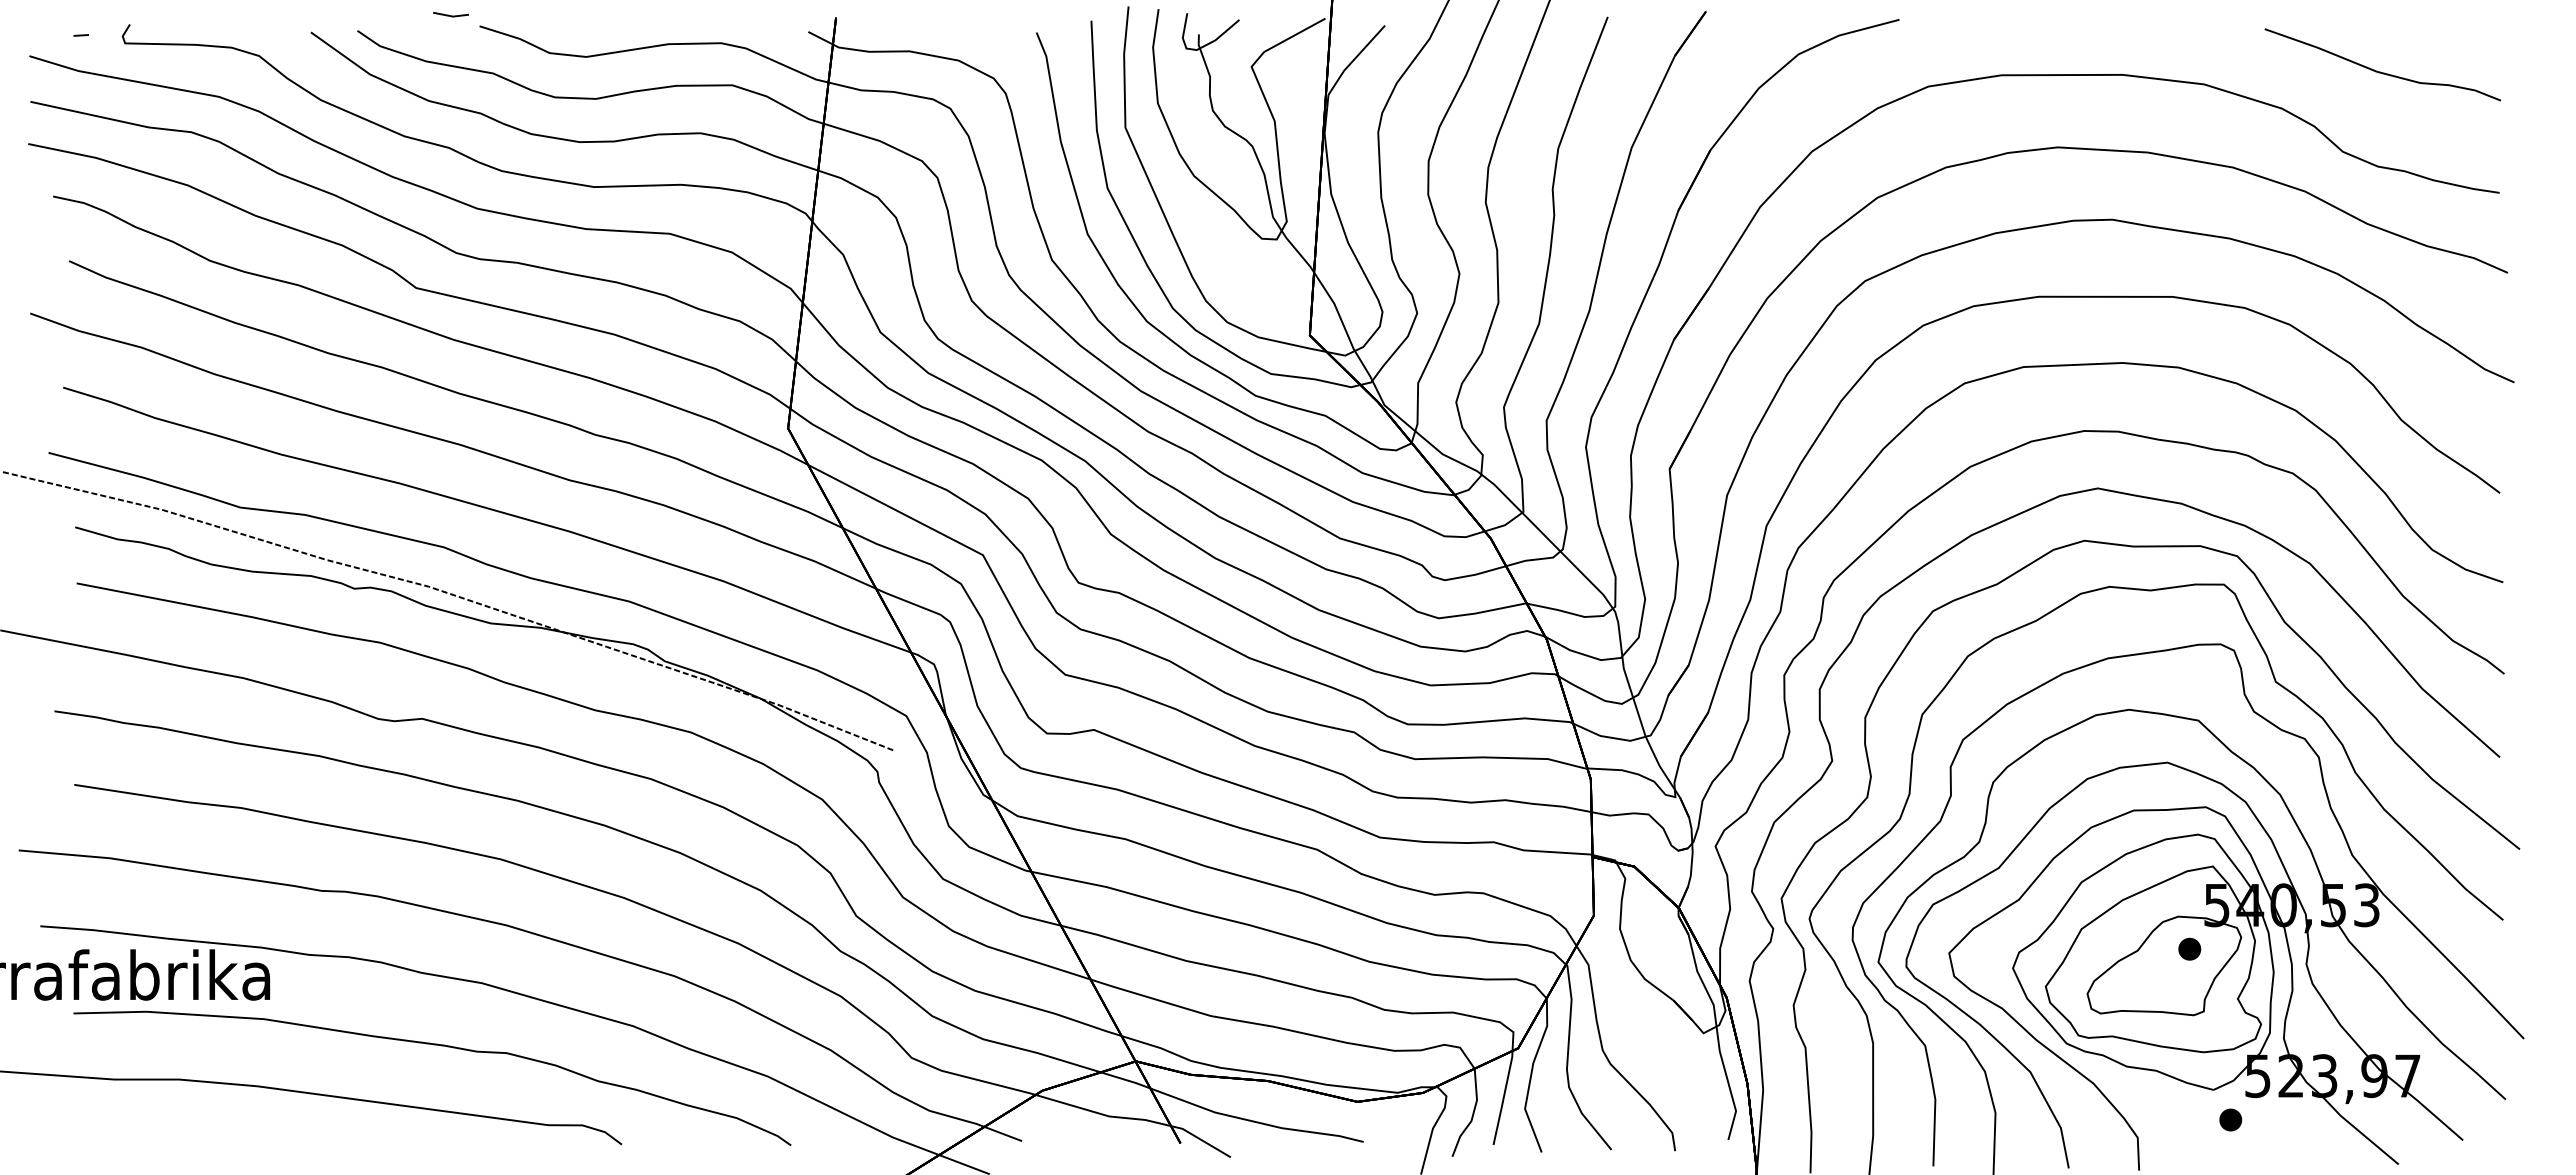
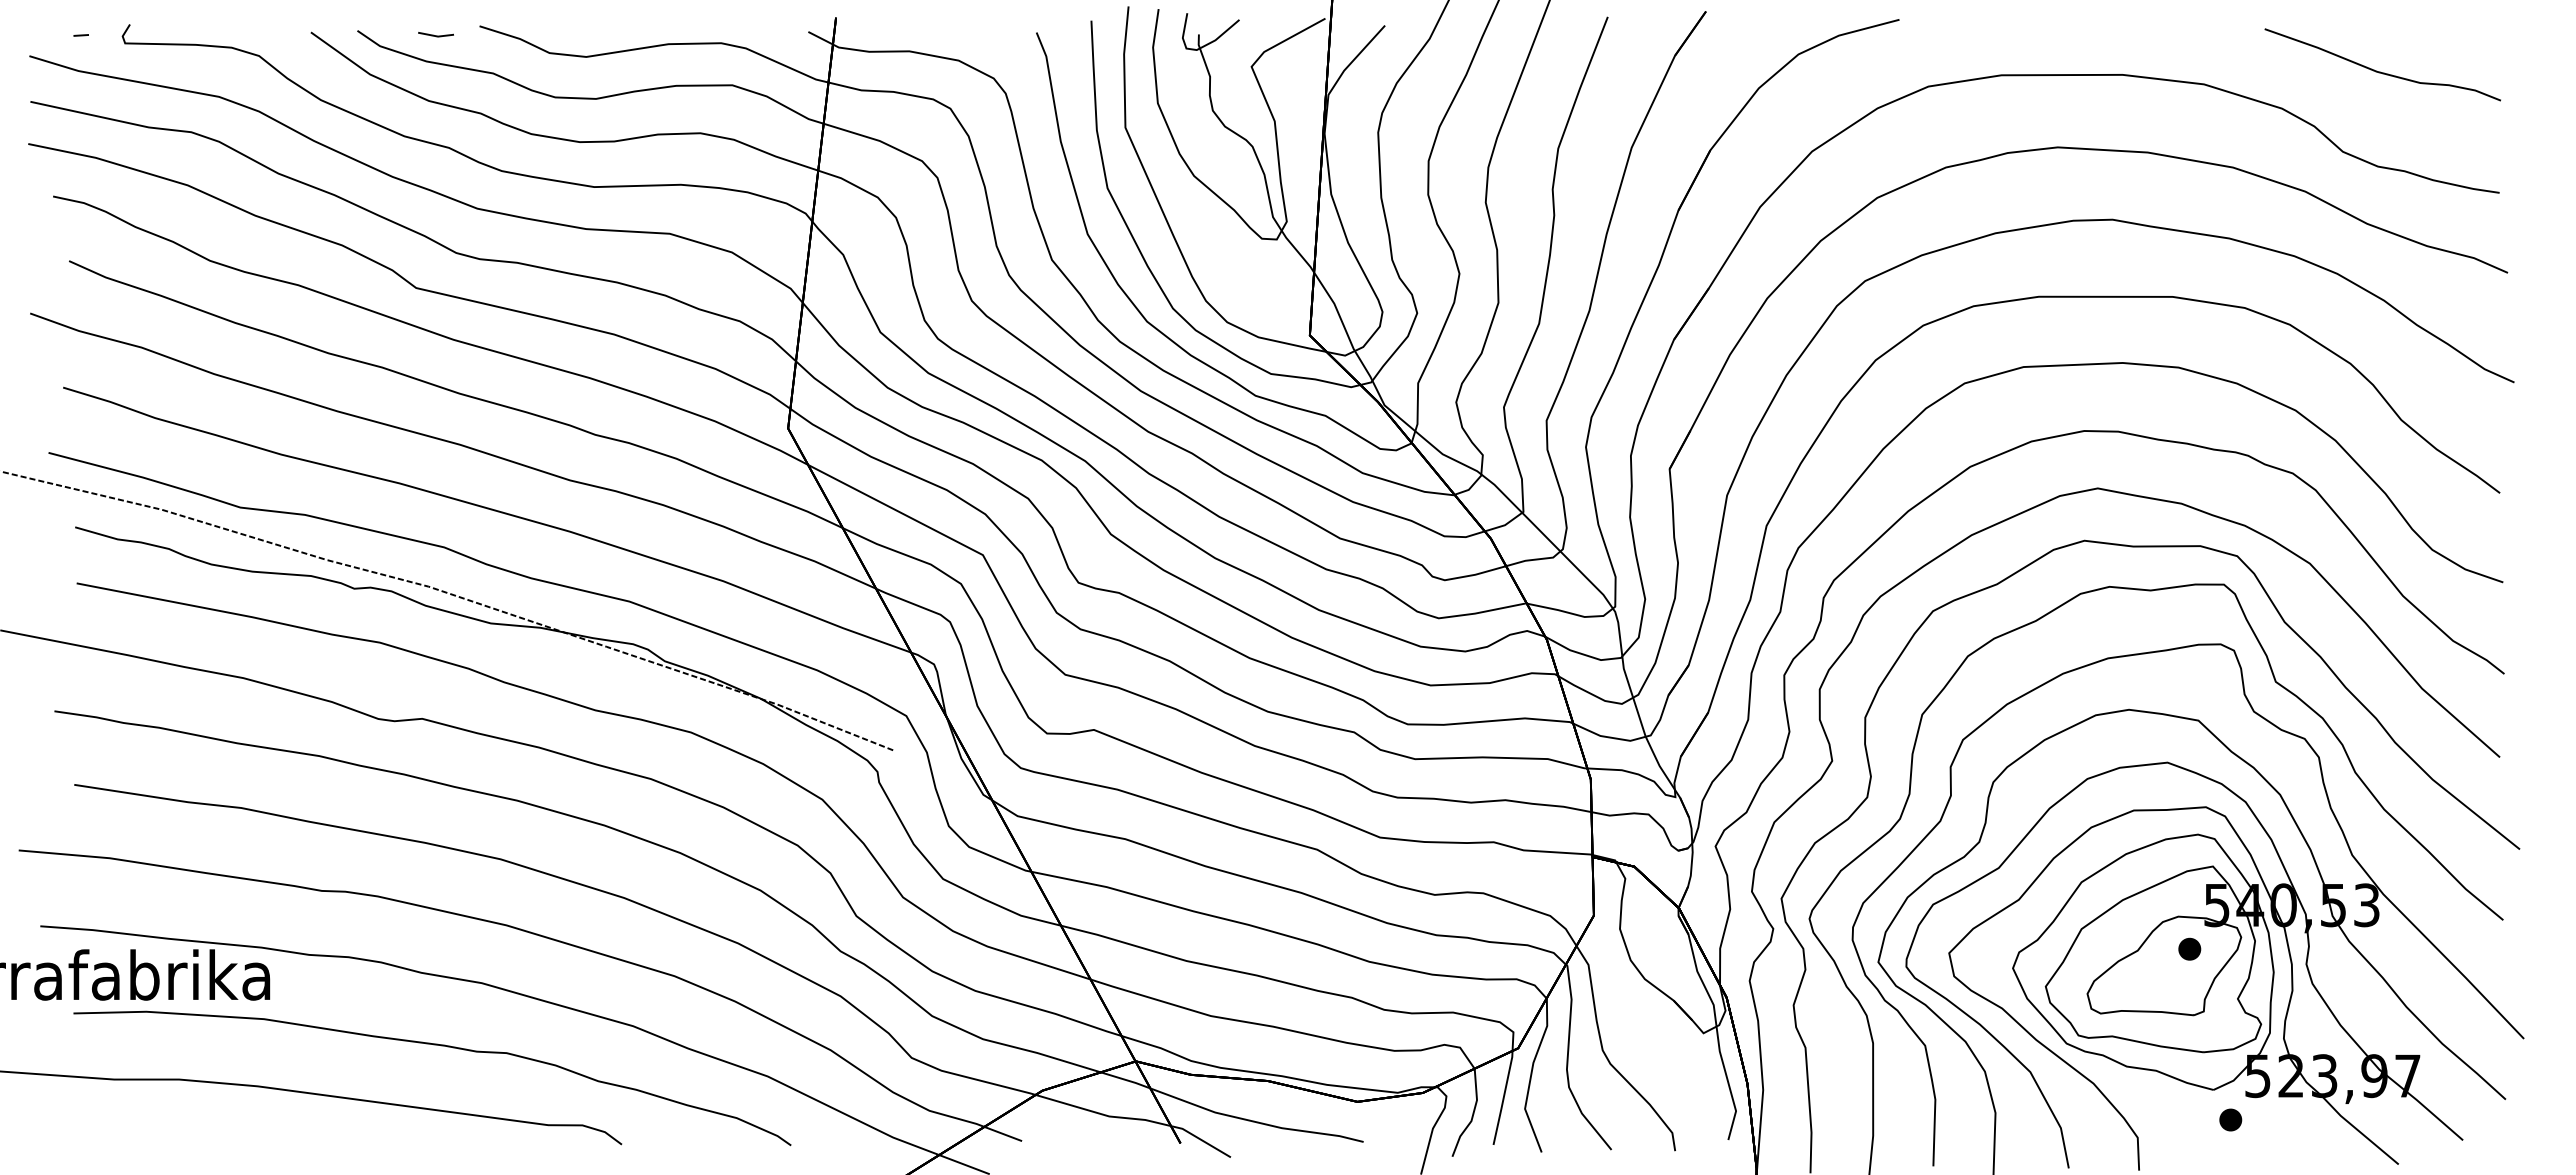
line at (450, 15) position: (450, 15) -> (435, 35)
